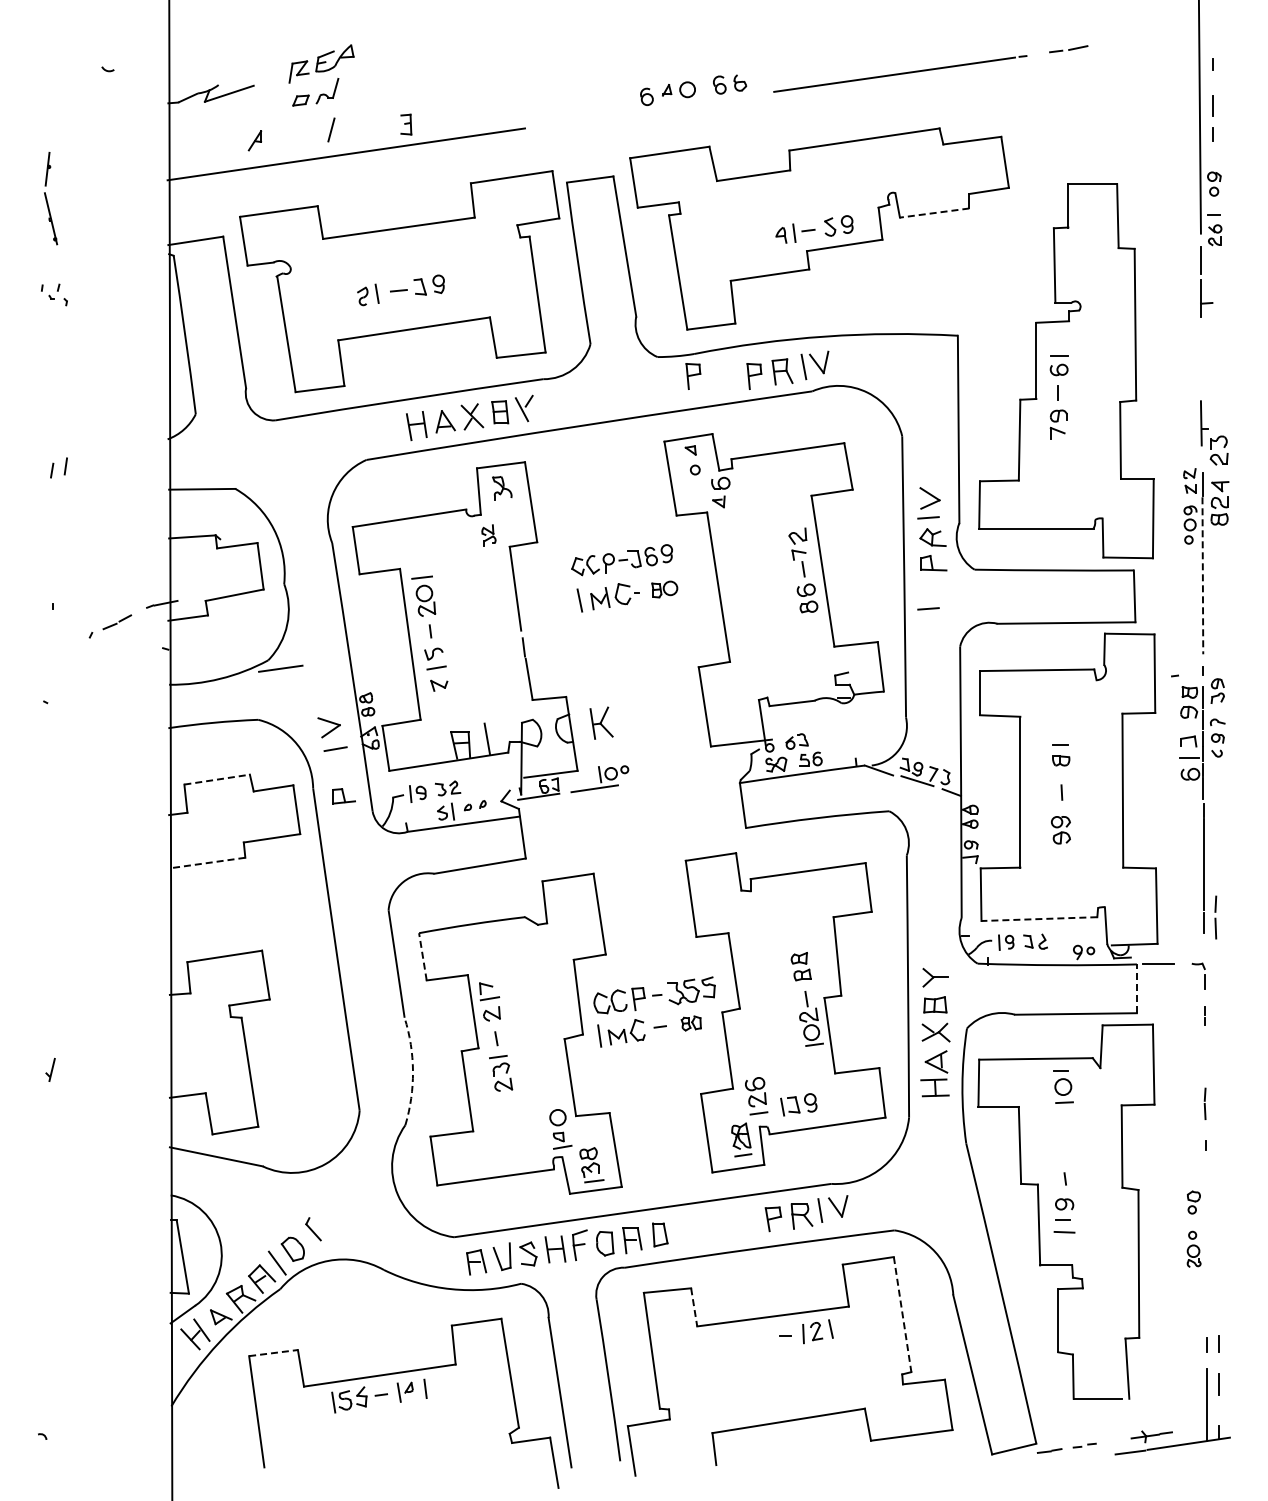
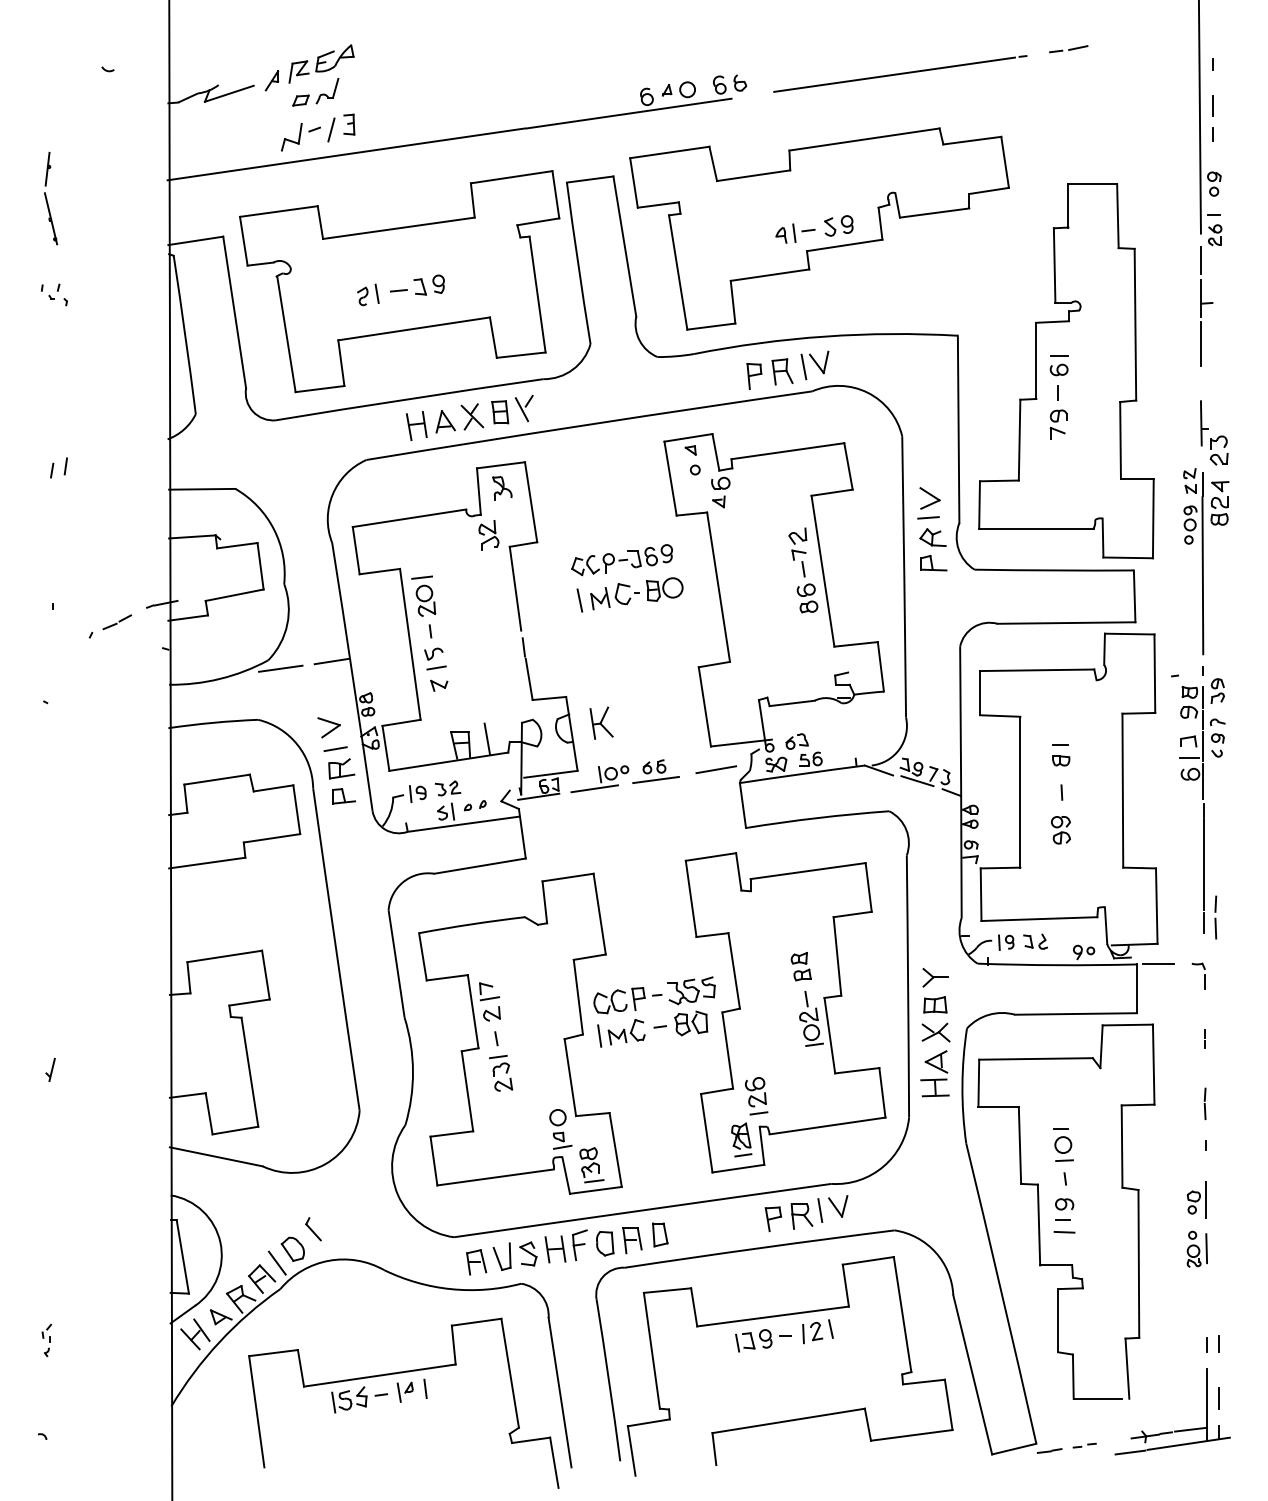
line at (628, 113): none -> present
part at (406, 124) position: (406, 124) -> (349, 124)
part at (300, 137): none -> present
part at (254, 140) position: (254, 140) -> (271, 80)
line at (934, 213): dashed -> solid
line at (1200, 344): none -> present
part at (693, 376): present -> none
part at (488, 535) size: 16x23 px -> 22x31 px
line at (1202, 576): dashed -> solid
part at (664, 589) size: 28x19 px -> 38x25 px
line at (928, 608): present -> none
line at (331, 661): none -> present
part at (341, 768): none -> present
line at (716, 769): none -> present
part at (655, 771): none -> present
line at (217, 779): dashed -> solid
line at (206, 863): dashed -> solid
line at (1039, 919): dashed -> solid
line at (422, 956): dashed -> solid
line at (1136, 988): dashed -> solid
line at (1204, 1015) position: (1204, 1015) -> (1204, 1038)
part at (690, 1023) size: 22x17 px -> 35x27 px
arc at (413, 1071): dashed -> solid
part at (1063, 1086) position: (1063, 1086) -> (1063, 1144)
part at (798, 1104) position: (798, 1104) -> (753, 1340)
line at (1206, 1199): none -> present
line at (1206, 1248): none -> present
line at (694, 1307): dashed -> solid
line at (902, 1315): dashed -> solid
part at (46, 1340): none -> present
line at (273, 1353): dashed -> solid
line at (1218, 1384) position: (1218, 1384) -> (1218, 1398)
line at (1191, 1429): none -> present
